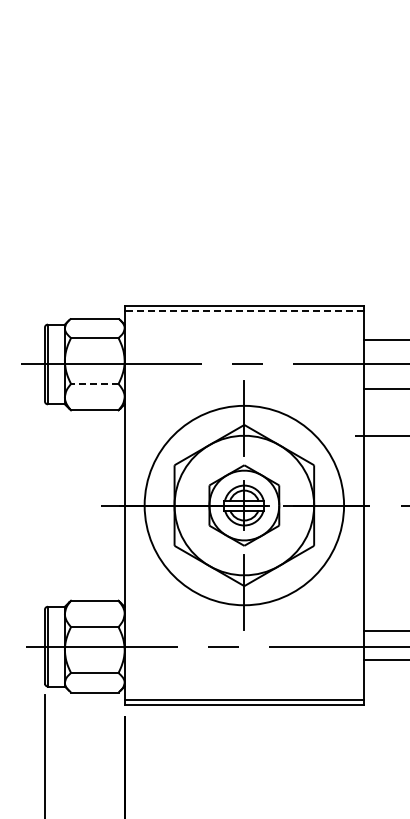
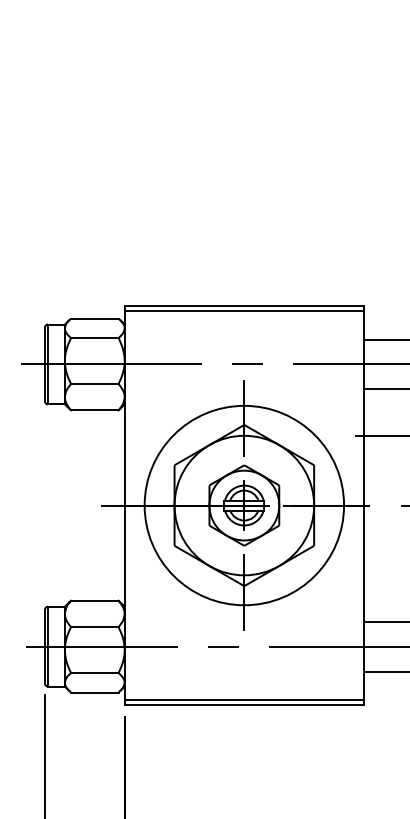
line at (244, 311): dashed -> solid
line at (94, 384): dashed -> solid
line at (385, 630) position: (385, 630) -> (385, 621)
line at (385, 659) position: (385, 659) -> (385, 671)
